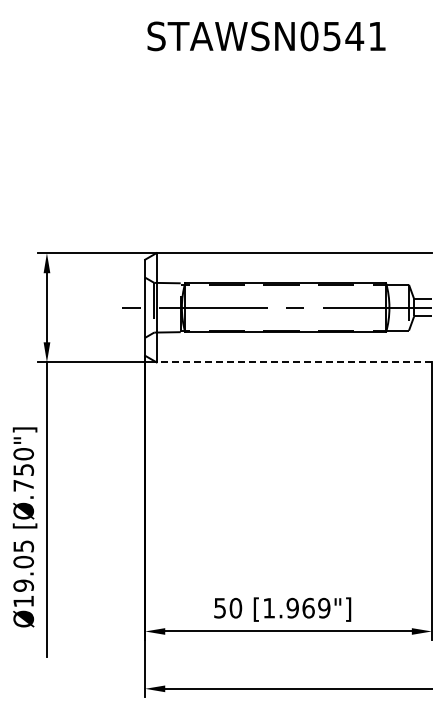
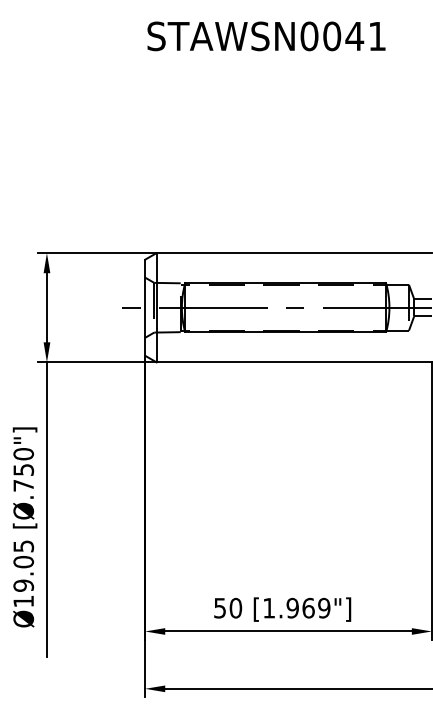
text at (332, 36): STAWSN0541 -> STAWSN0041
line at (294, 362): dashed -> solid
